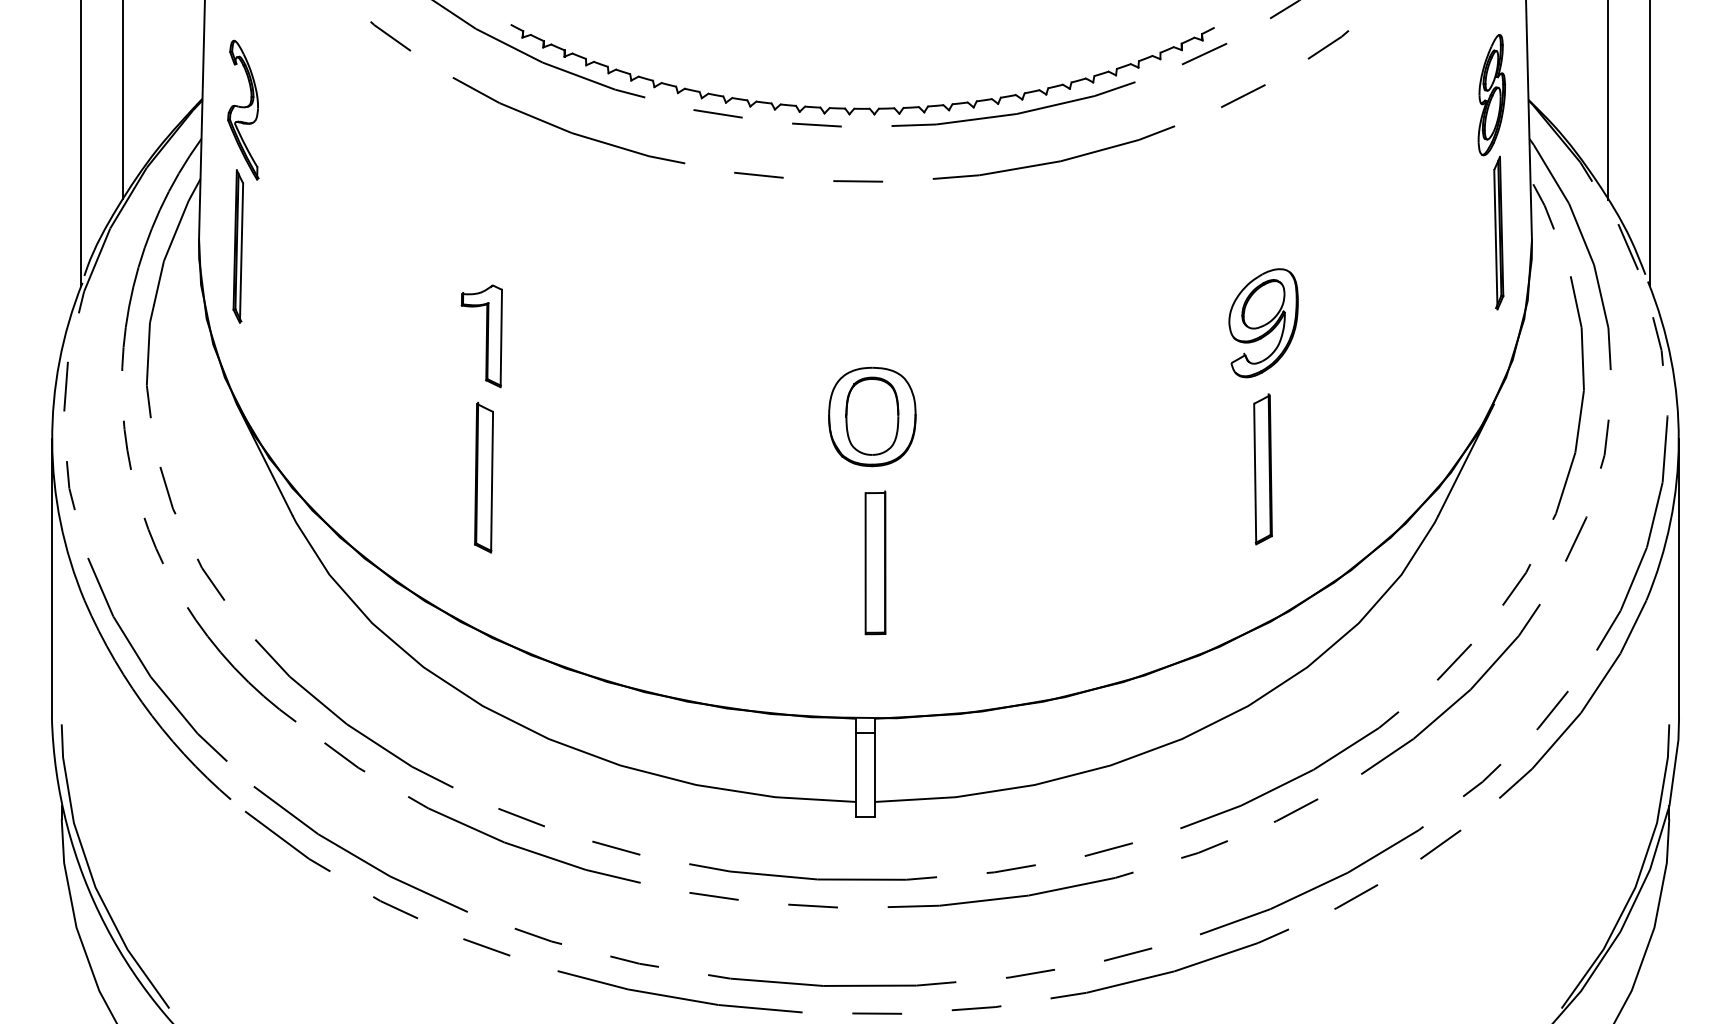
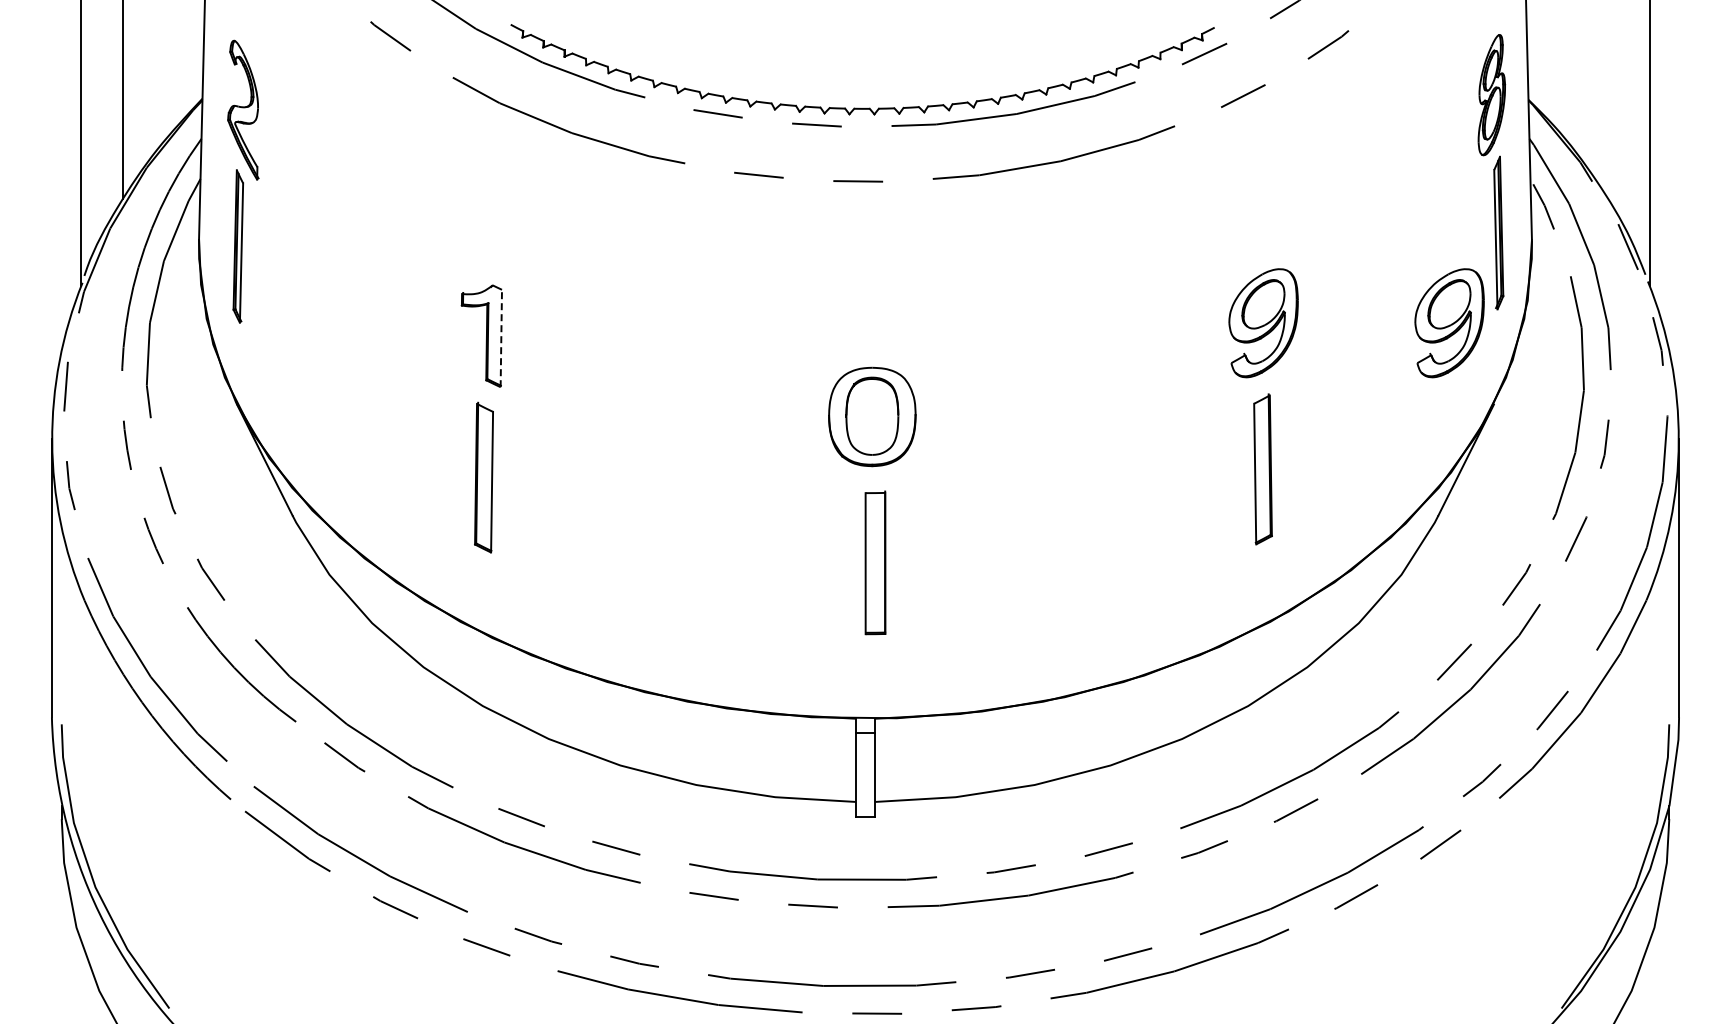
line at (1607, 100): present -> none
part at (1449, 323): none -> present
line at (501, 338): solid -> dashed
